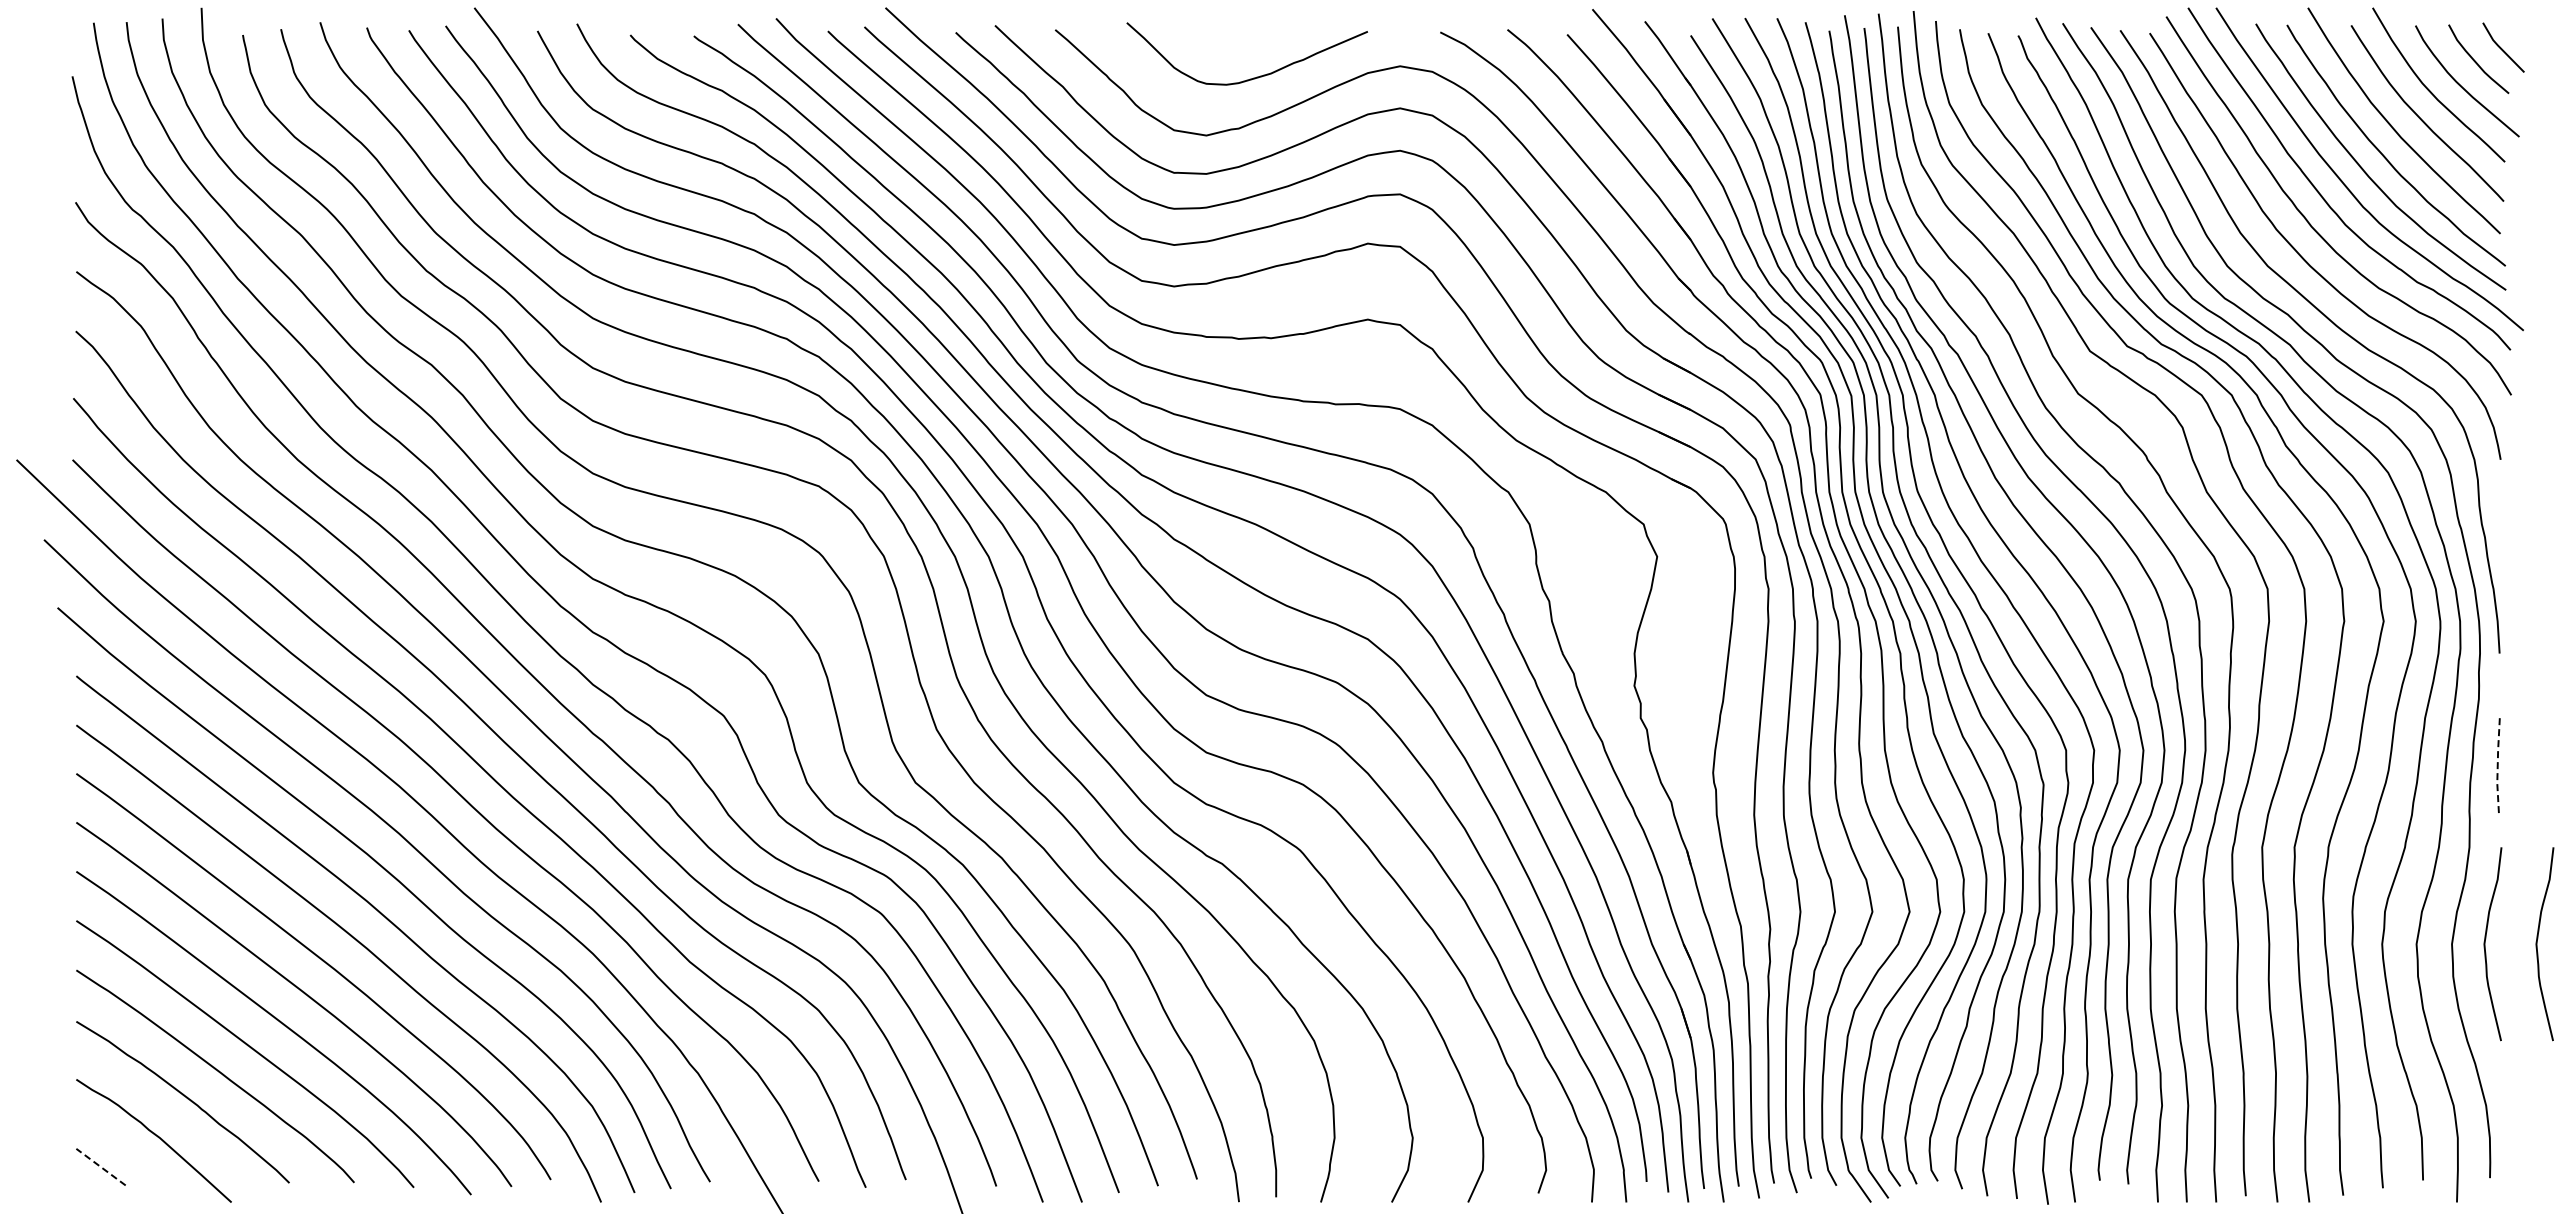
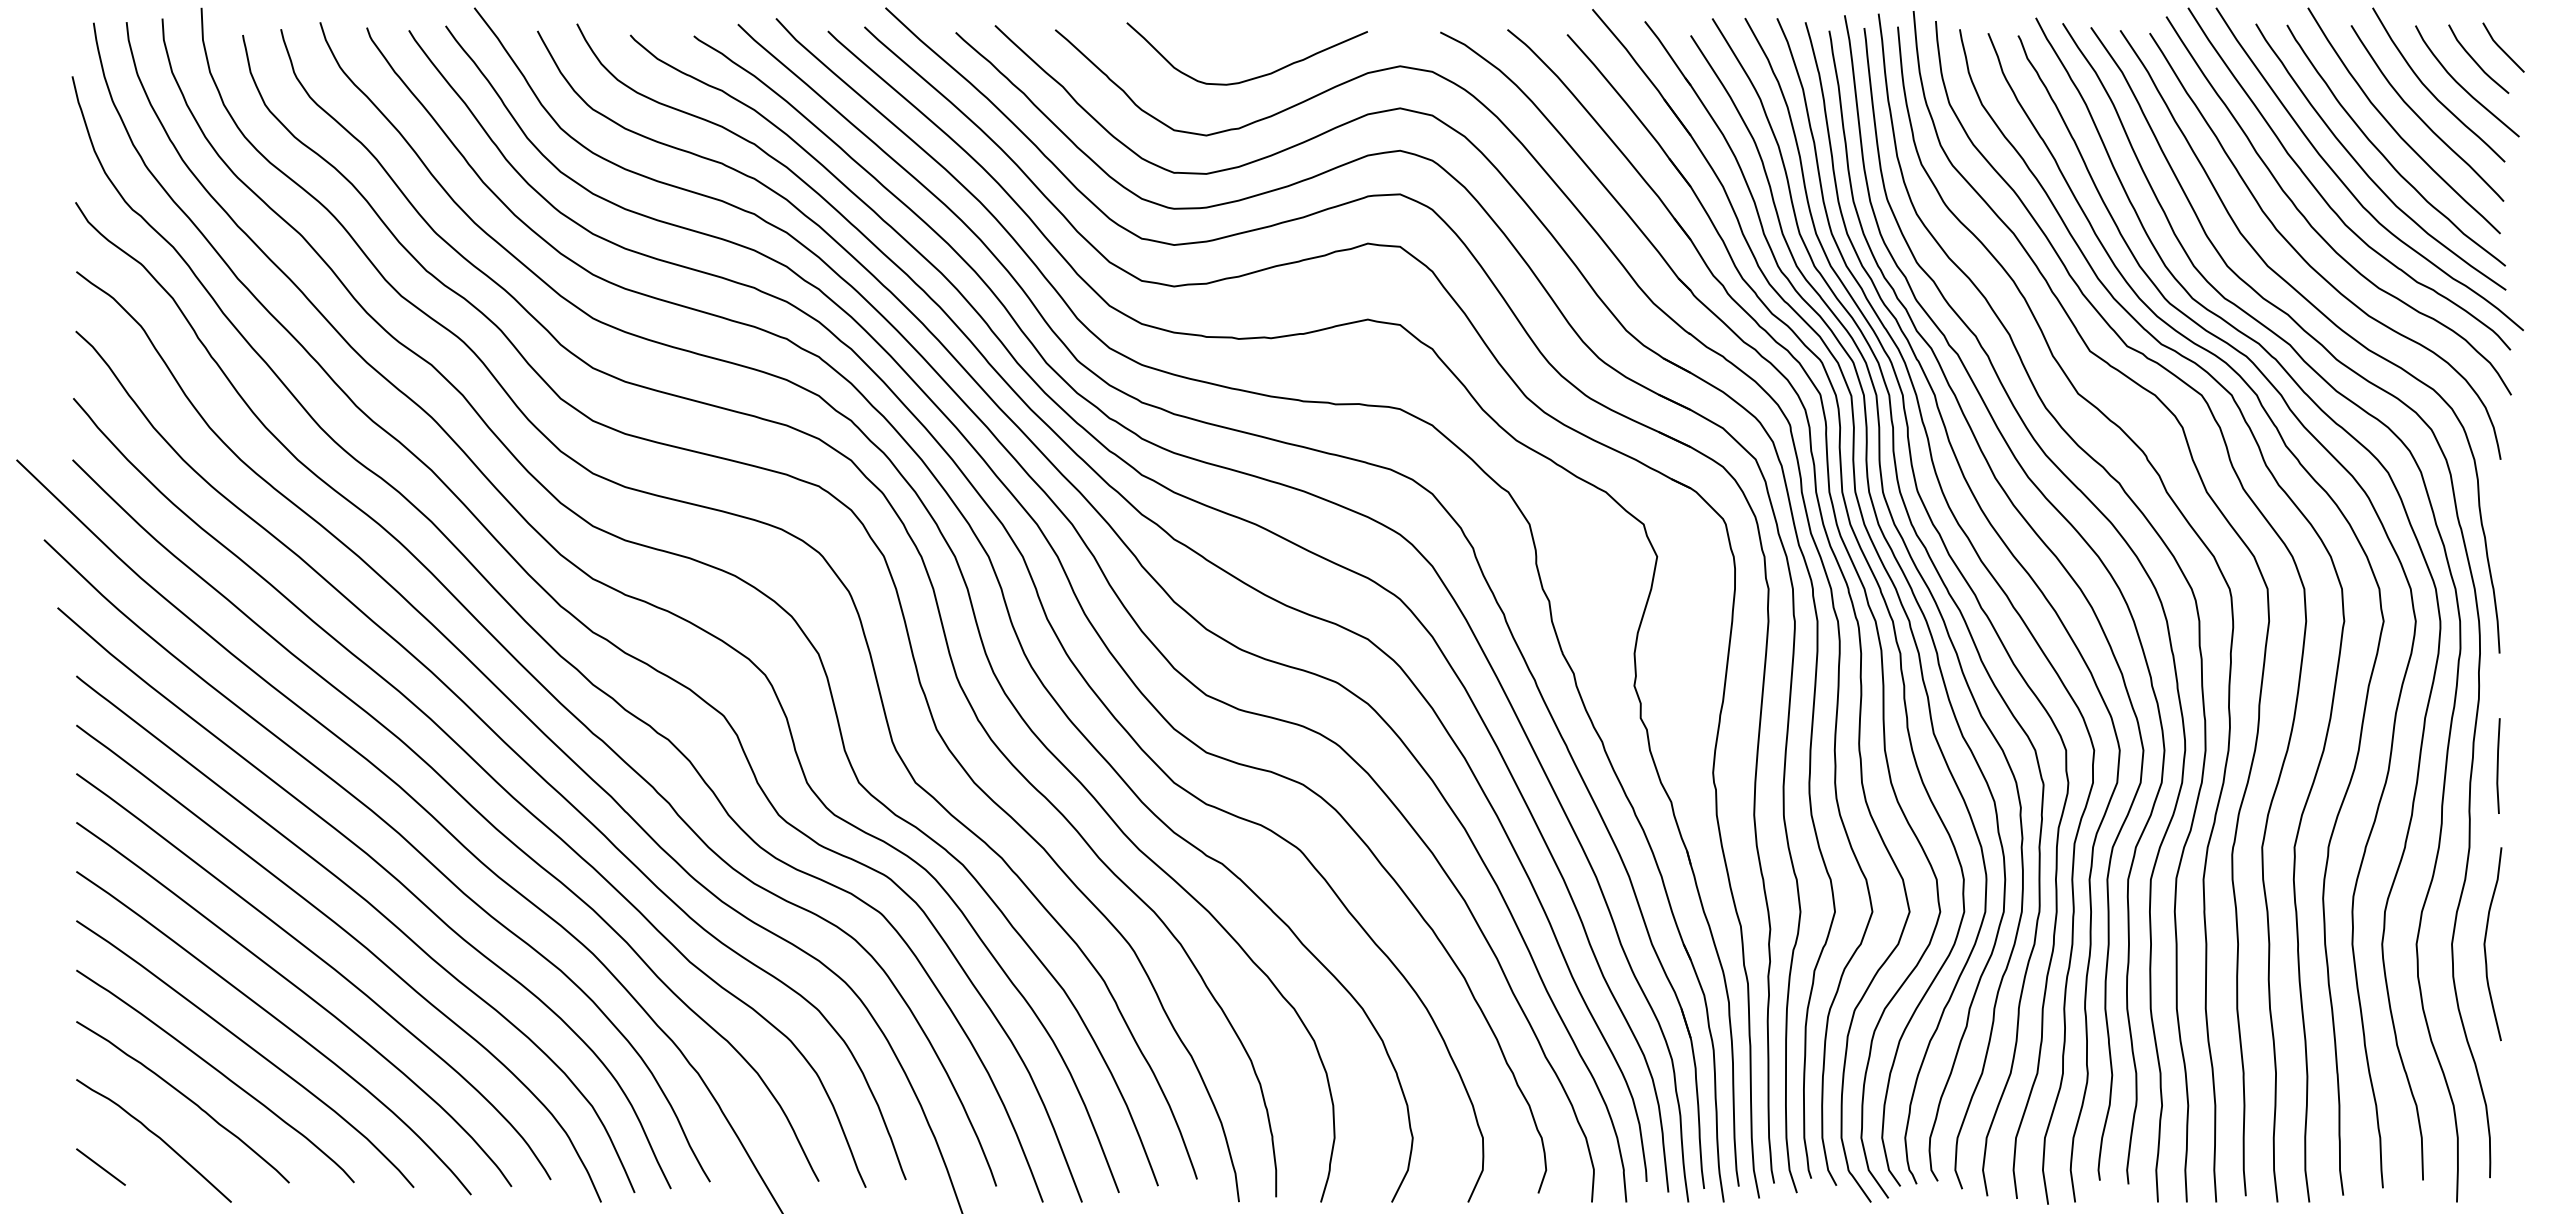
line at (2497, 765): dashed -> solid
curve at (2537, 944): present -> none
line at (101, 1167): dashed -> solid
